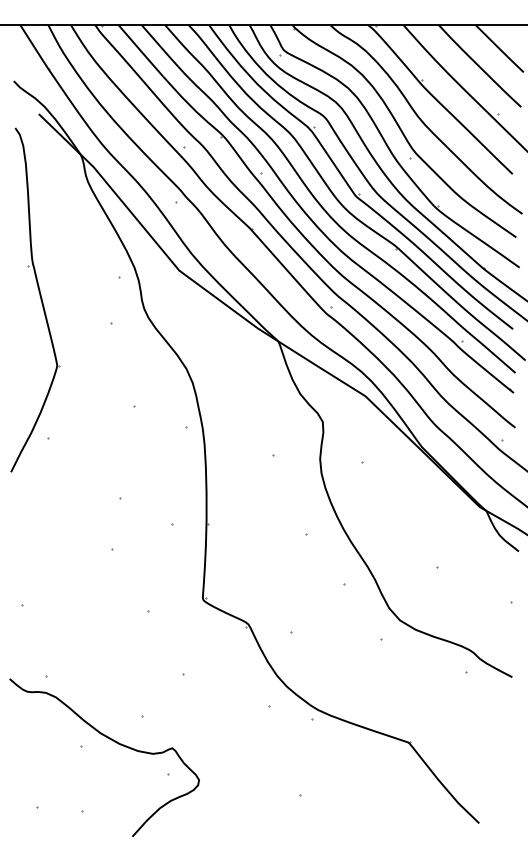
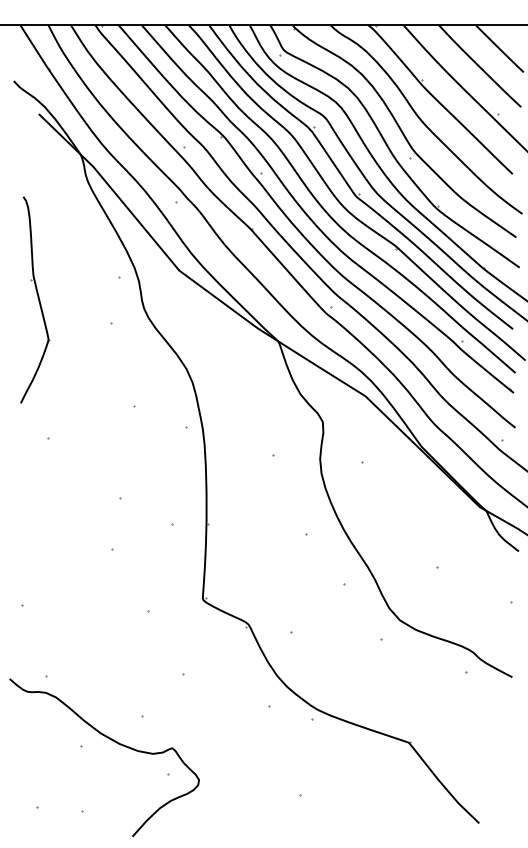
part at (35, 299) size: 51x346 px -> 31x208 px
